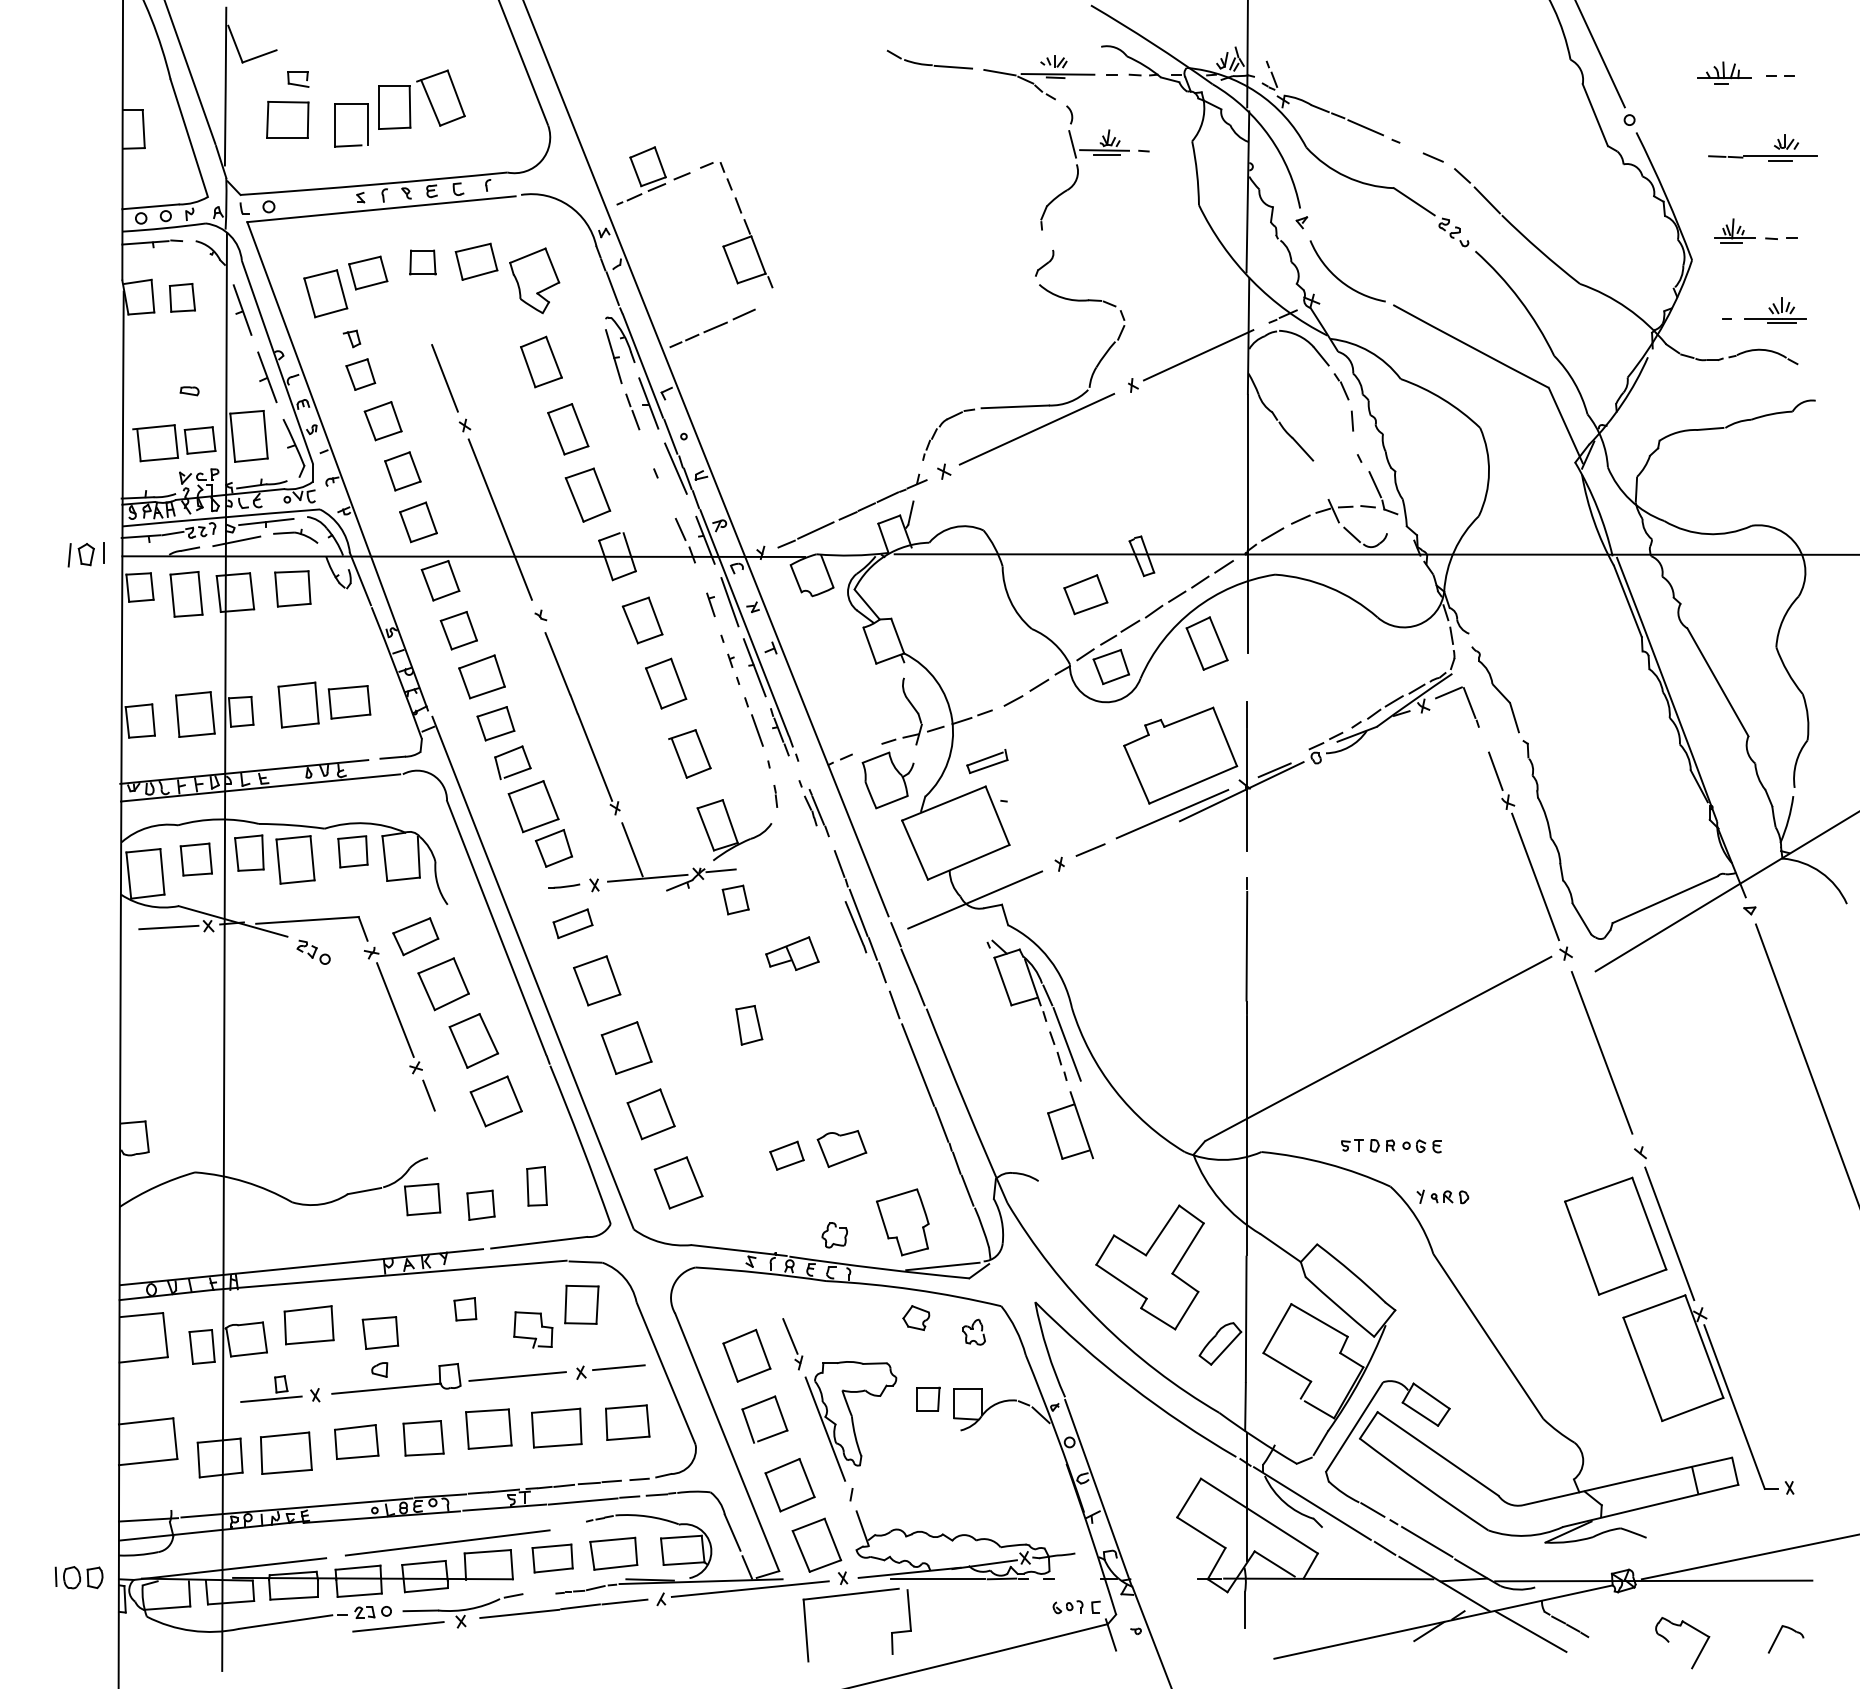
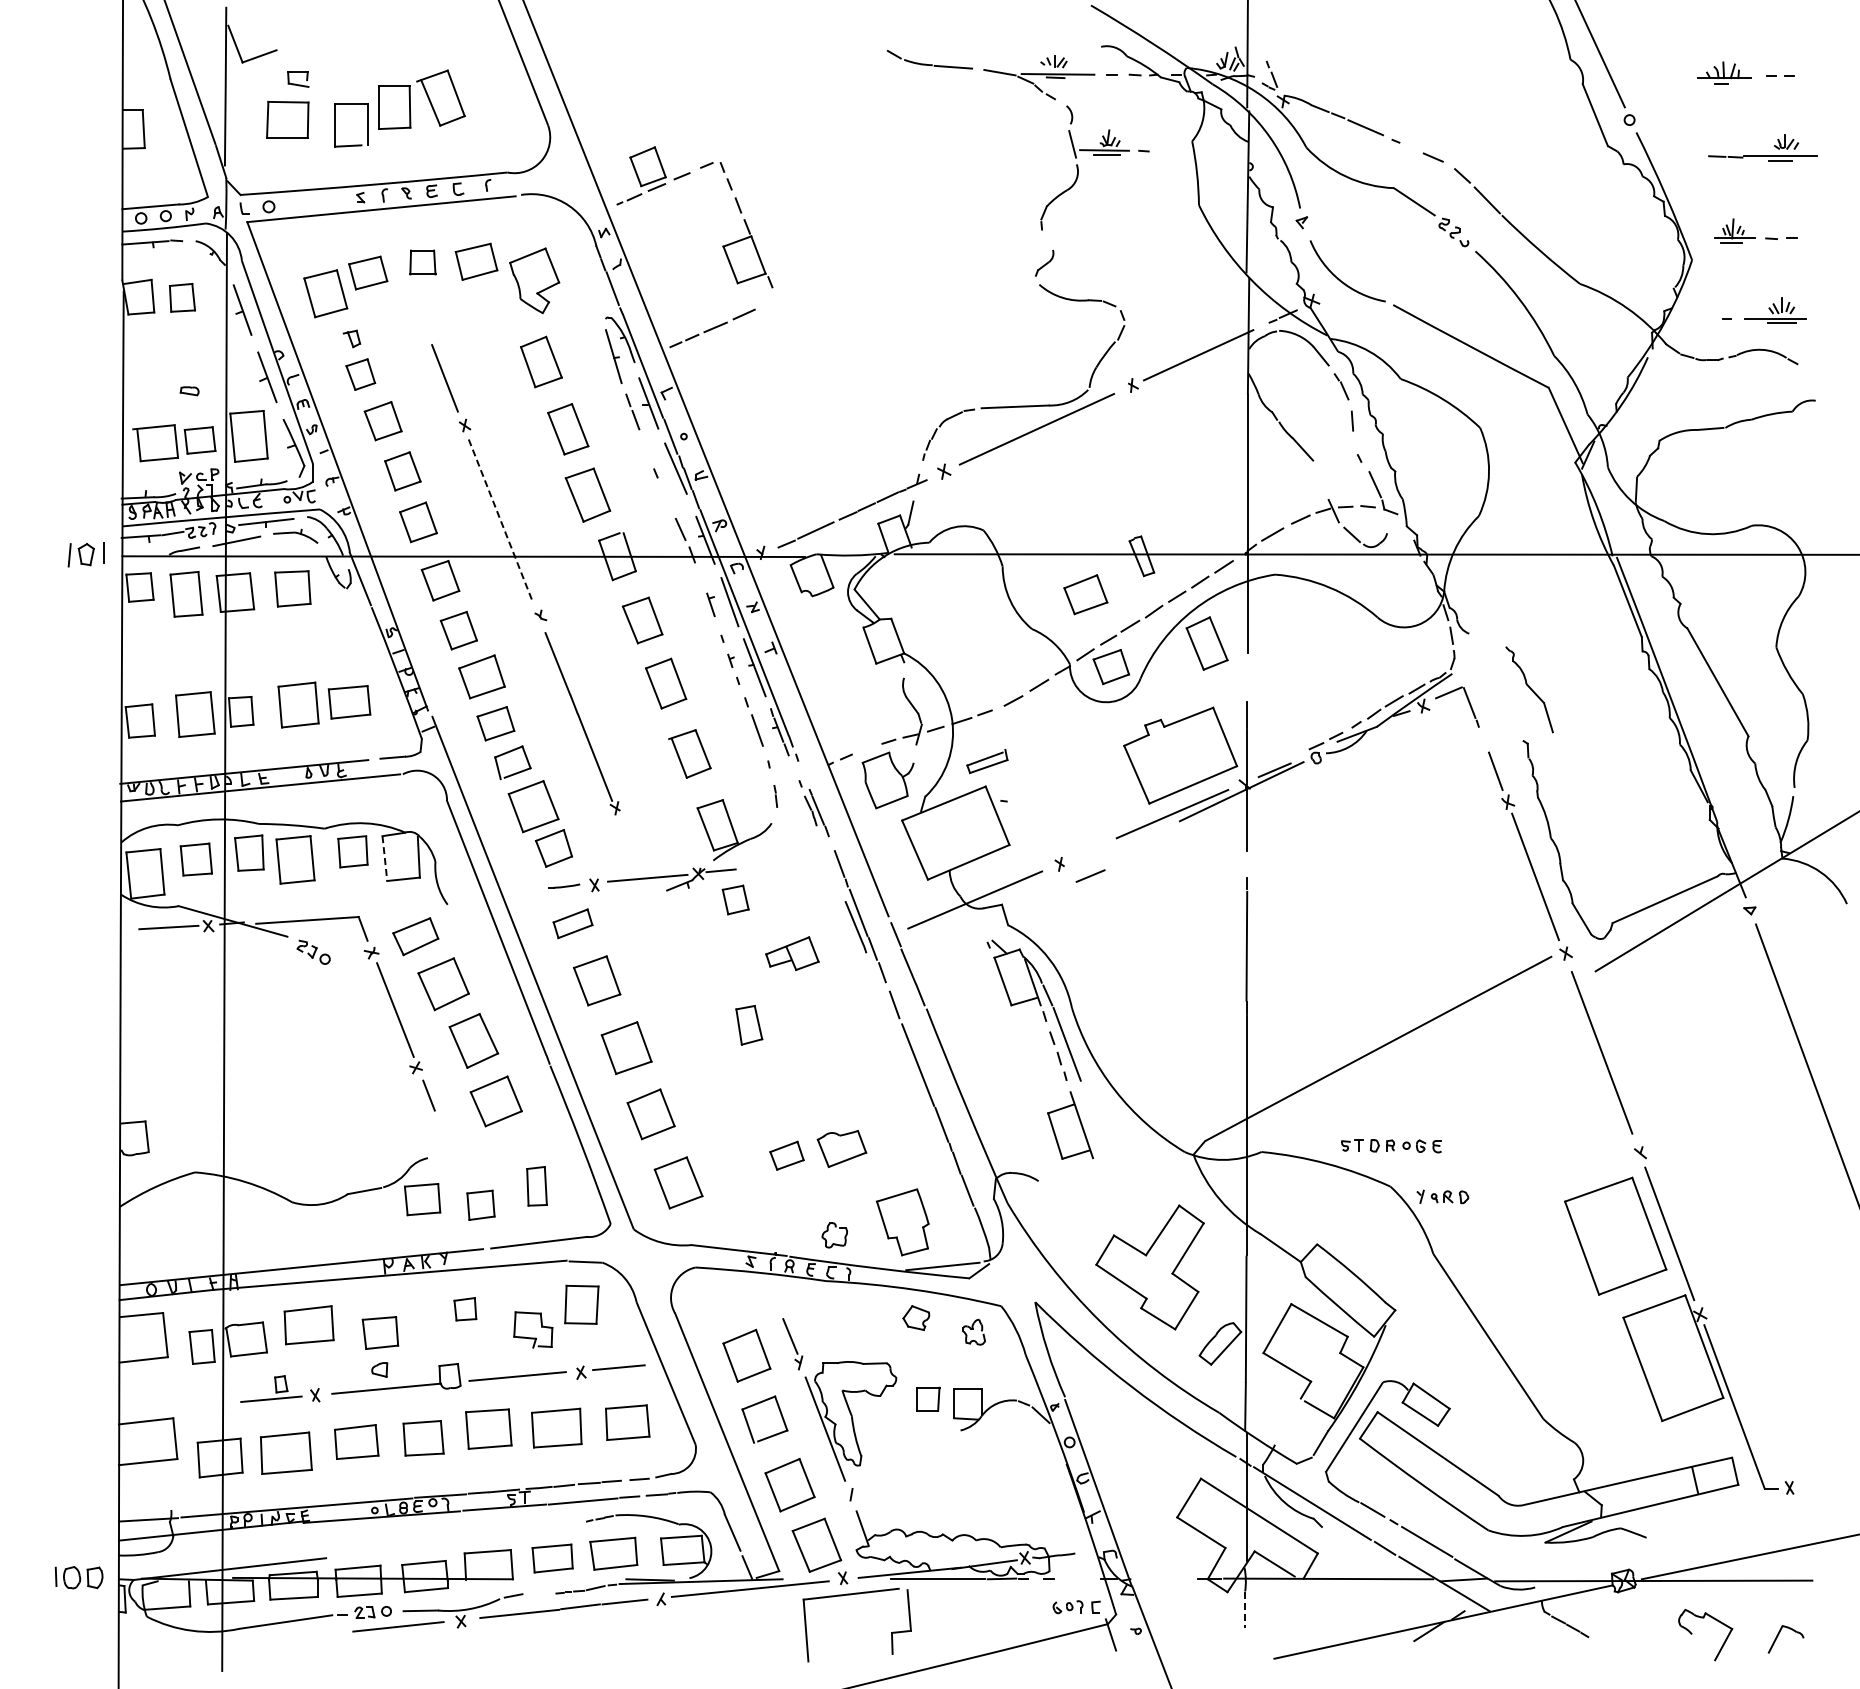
line at (500, 520): solid -> dashed
part at (1495, 689) position: (1495, 689) -> (1529, 689)
line at (632, 849): present -> none
line at (1090, 849) position: (1090, 849) -> (1090, 875)
line at (384, 858): solid -> dashed
line at (447, 1542): present -> none
line at (1245, 1609): solid -> dashed
line at (1530, 1631): present -> none
part at (1669, 1642) position: (1669, 1642) -> (1692, 1634)
